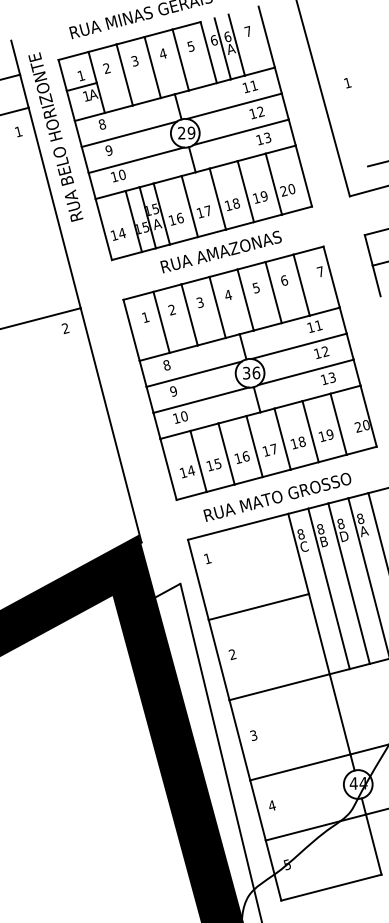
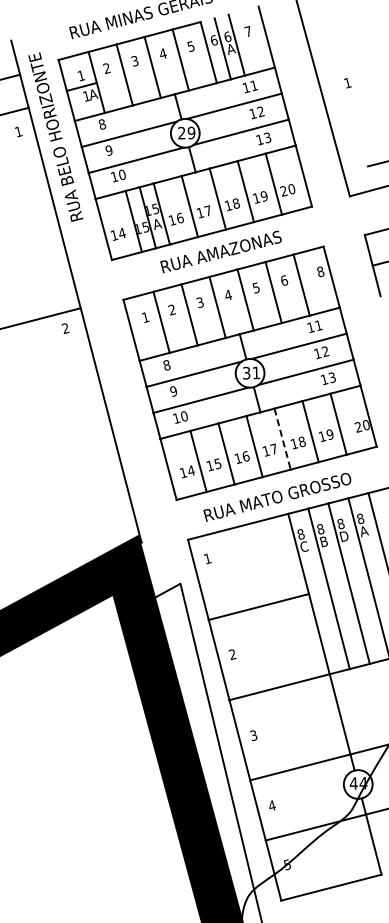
text at (320, 271): 7 -> 8
text at (256, 372): 36 -> 31
line at (282, 439): solid -> dashed
